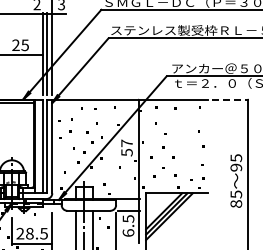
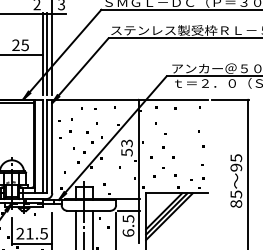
line at (230, 99): dashed -> solid
text at (126, 143): 57 -> 53
text at (29, 233): 28.5 -> 21.5
